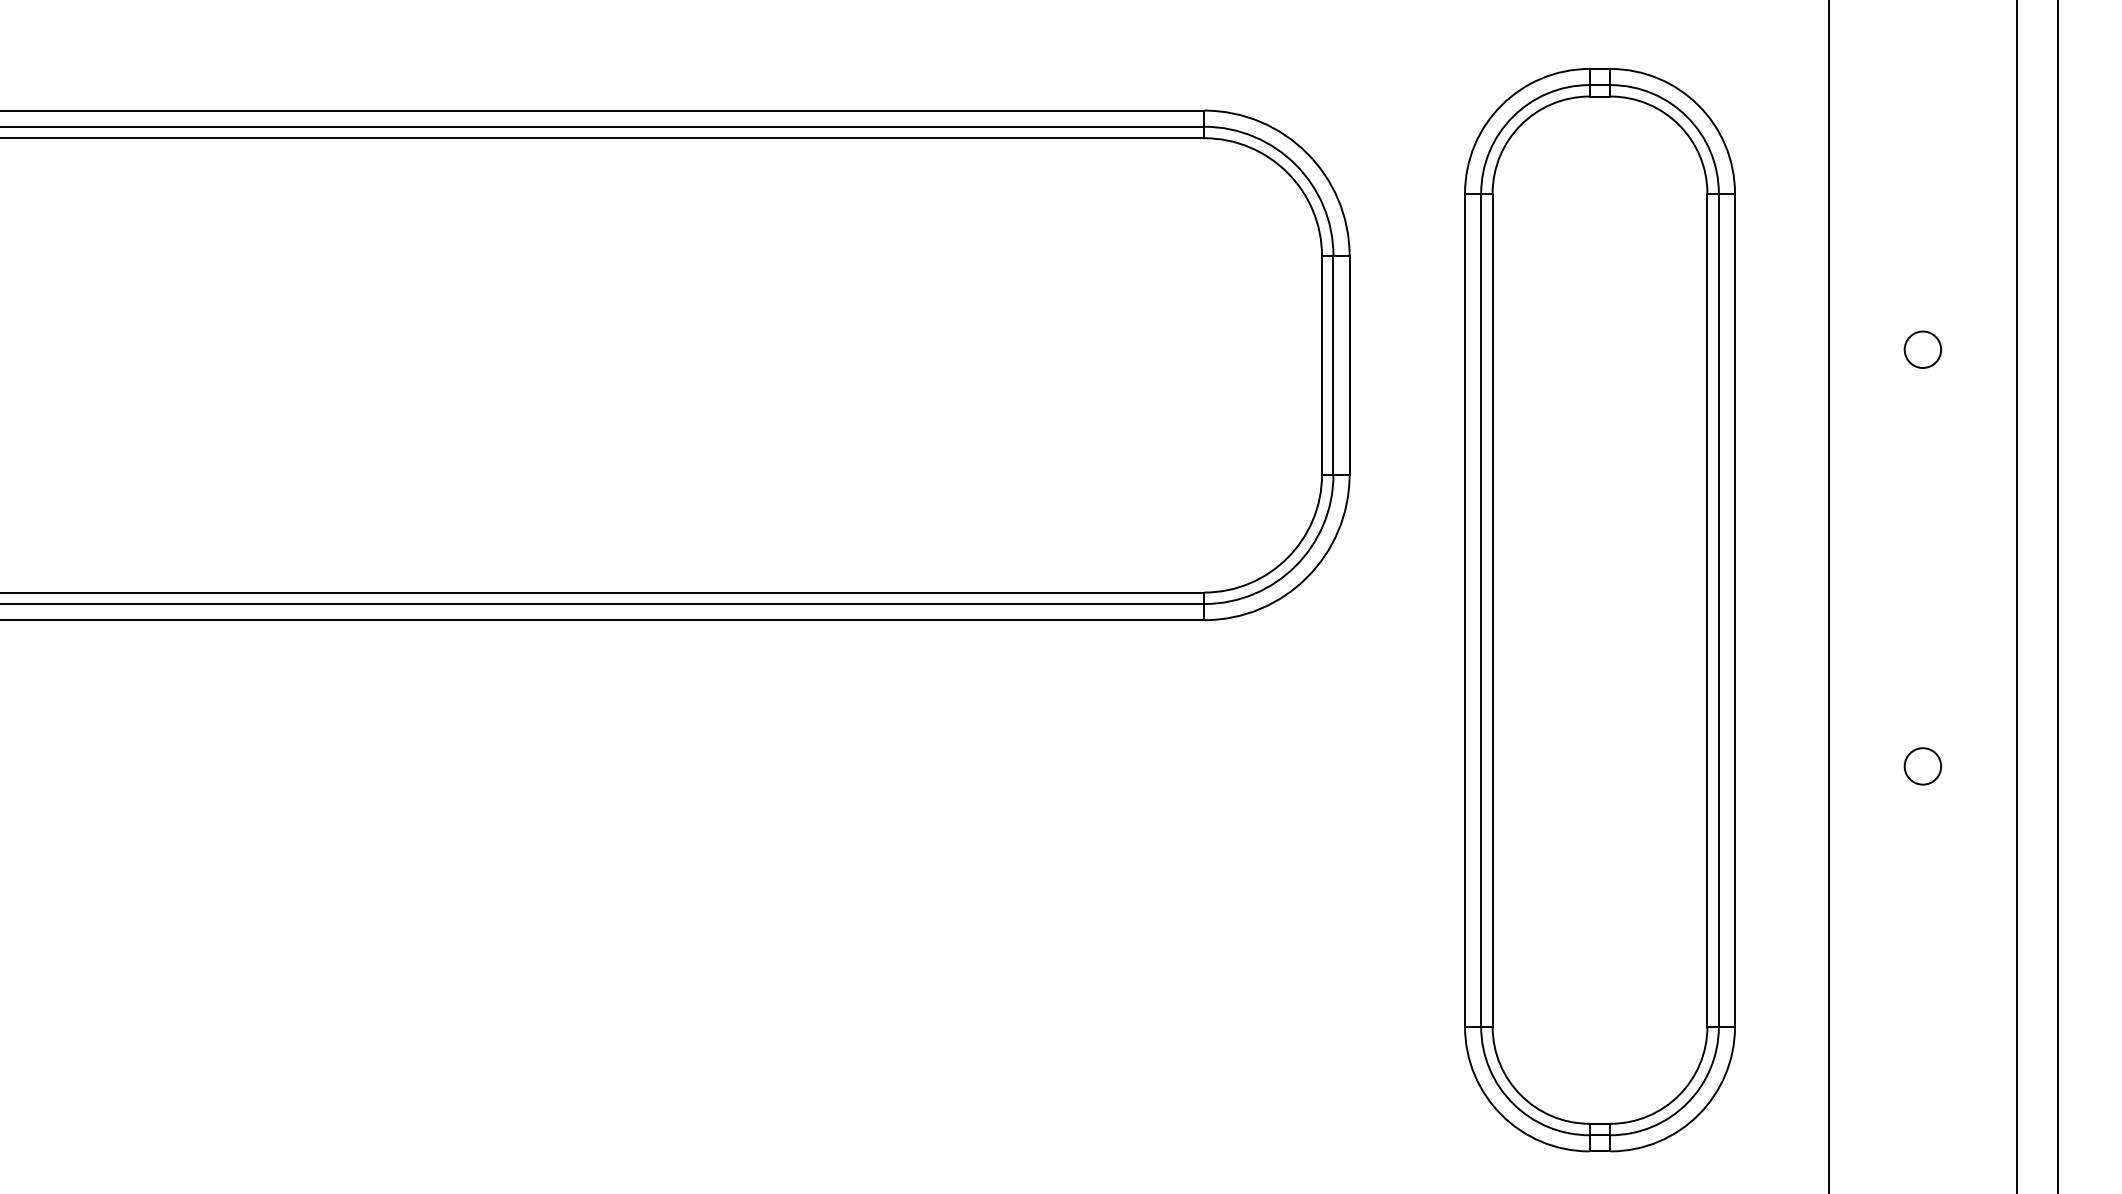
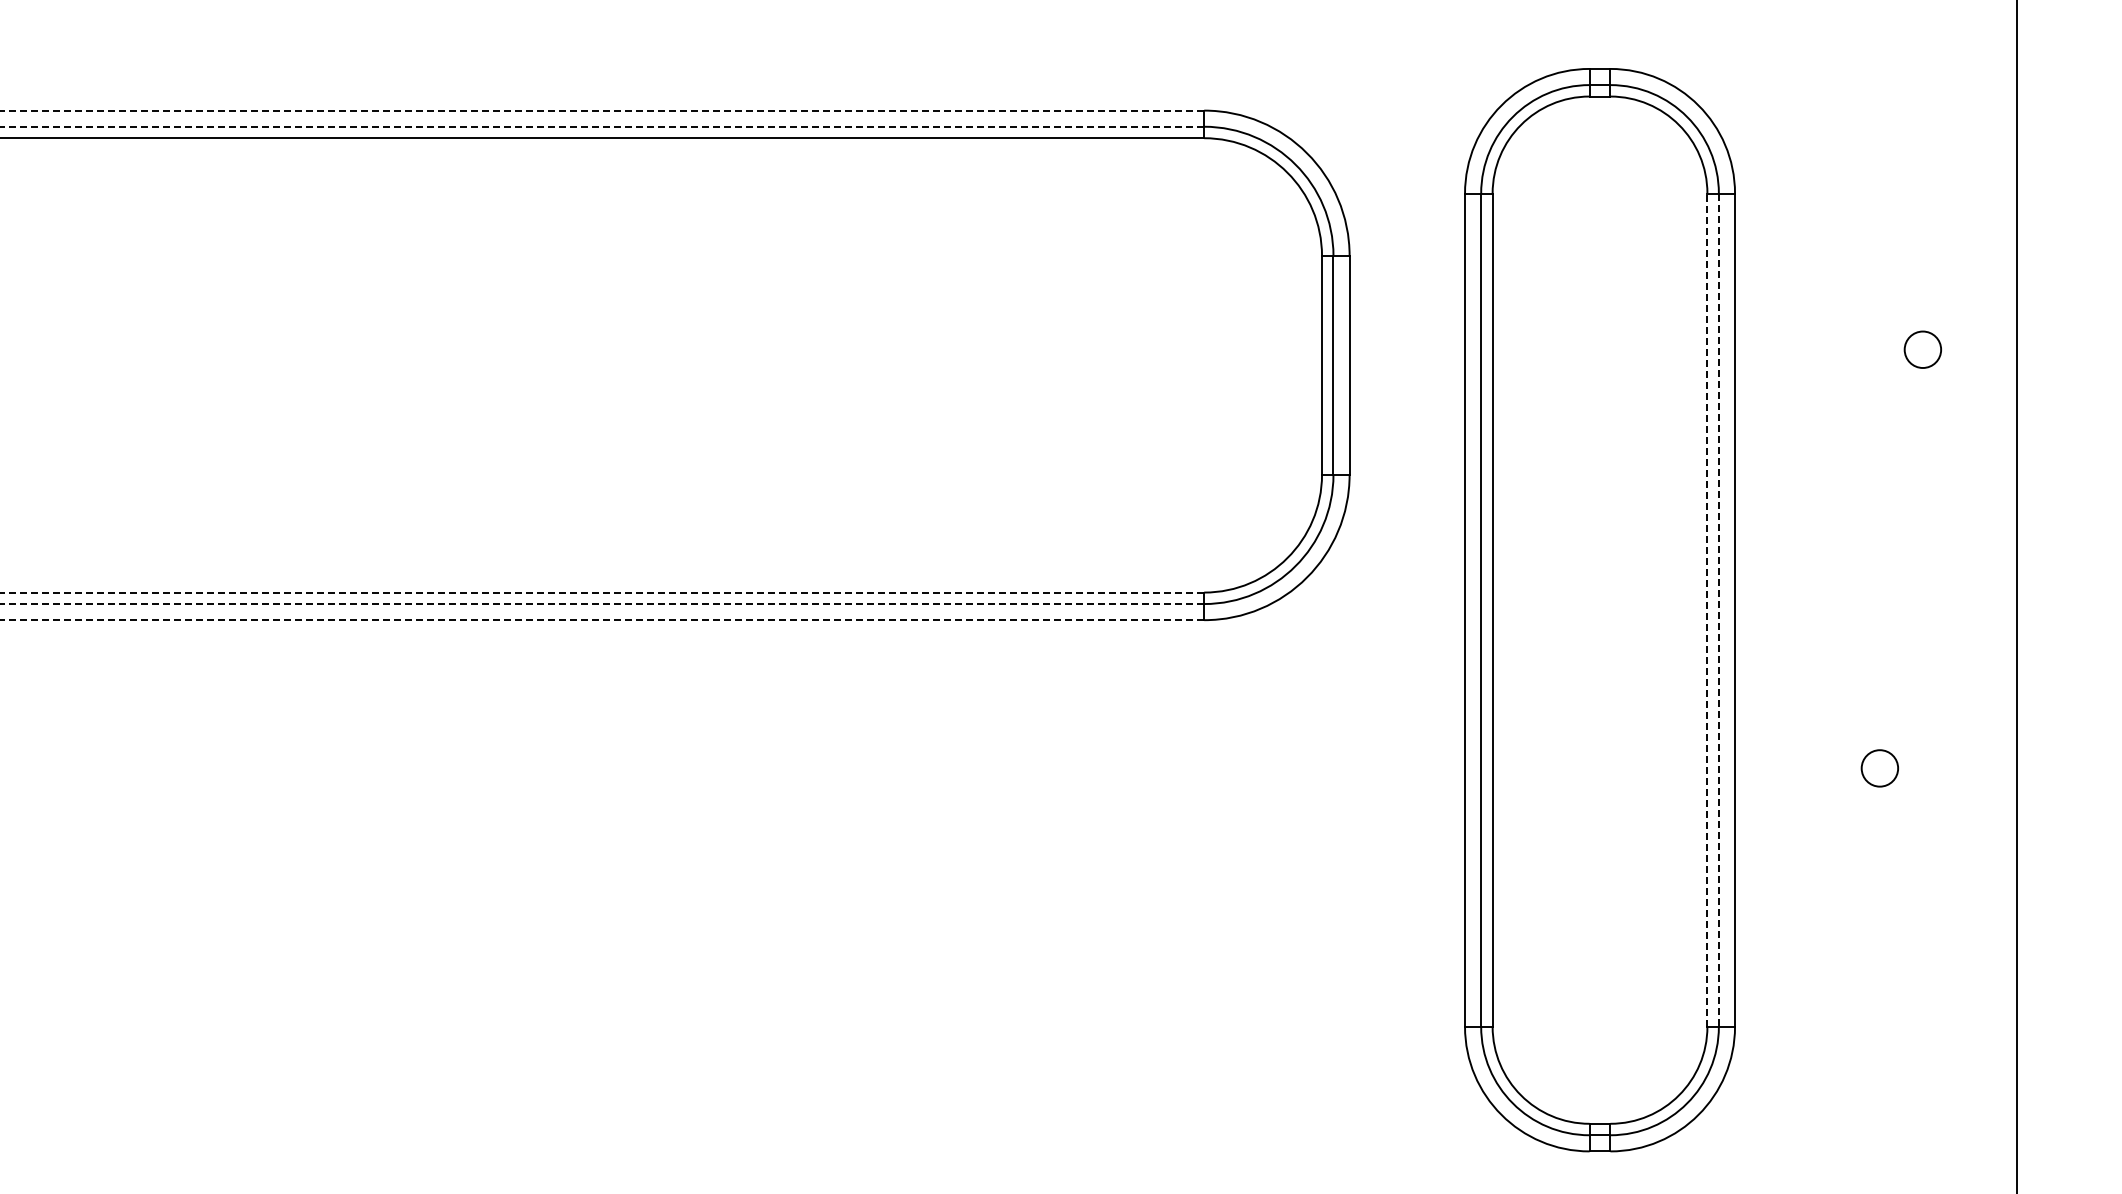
line at (602, 110): solid -> dashed
line at (602, 126): solid -> dashed
line at (602, 592): solid -> dashed
line at (1829, 596): present -> none
line at (2058, 596): present -> none
line at (602, 604): solid -> dashed
line at (1707, 610): solid -> dashed
line at (1718, 610): solid -> dashed
line at (602, 620): solid -> dashed
circle at (1922, 766) position: (1922, 766) -> (1879, 768)
